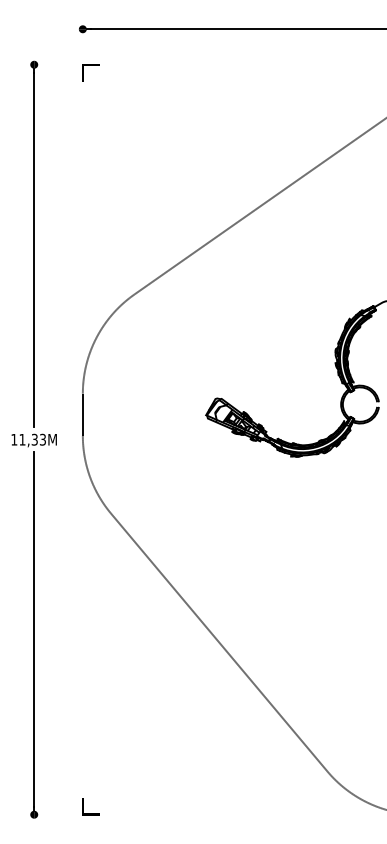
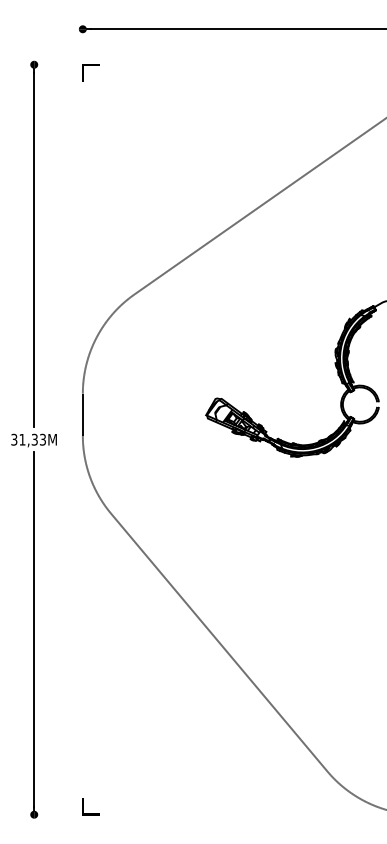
text at (14, 439): 11,33M -> 31,33M
